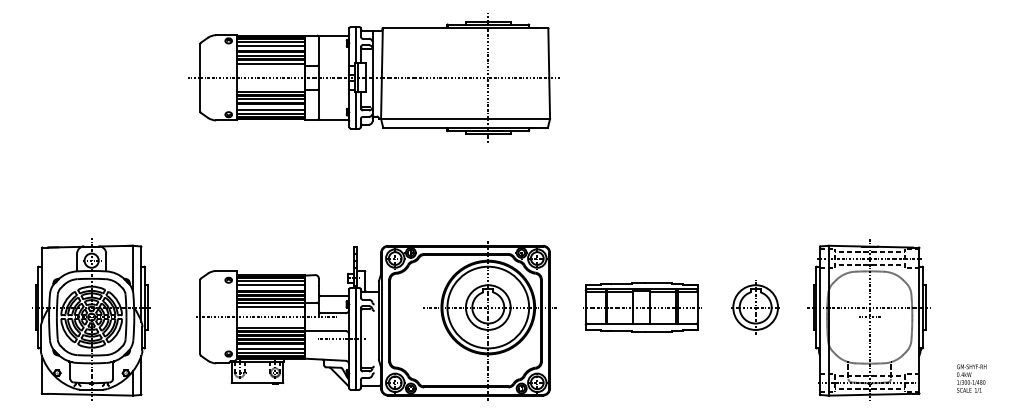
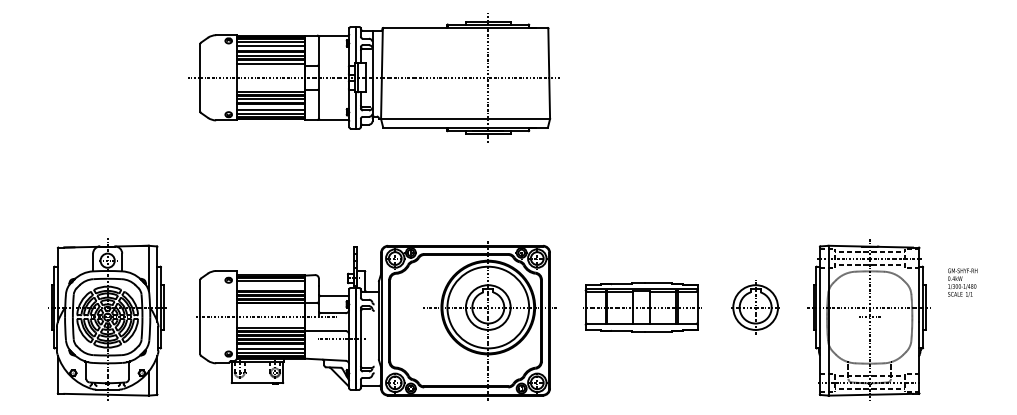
line at (270, 284): present -> none
line at (270, 306): present -> none
part at (91, 319) position: (91, 319) -> (107, 319)
text at (971, 378) position: (971, 378) -> (962, 282)
